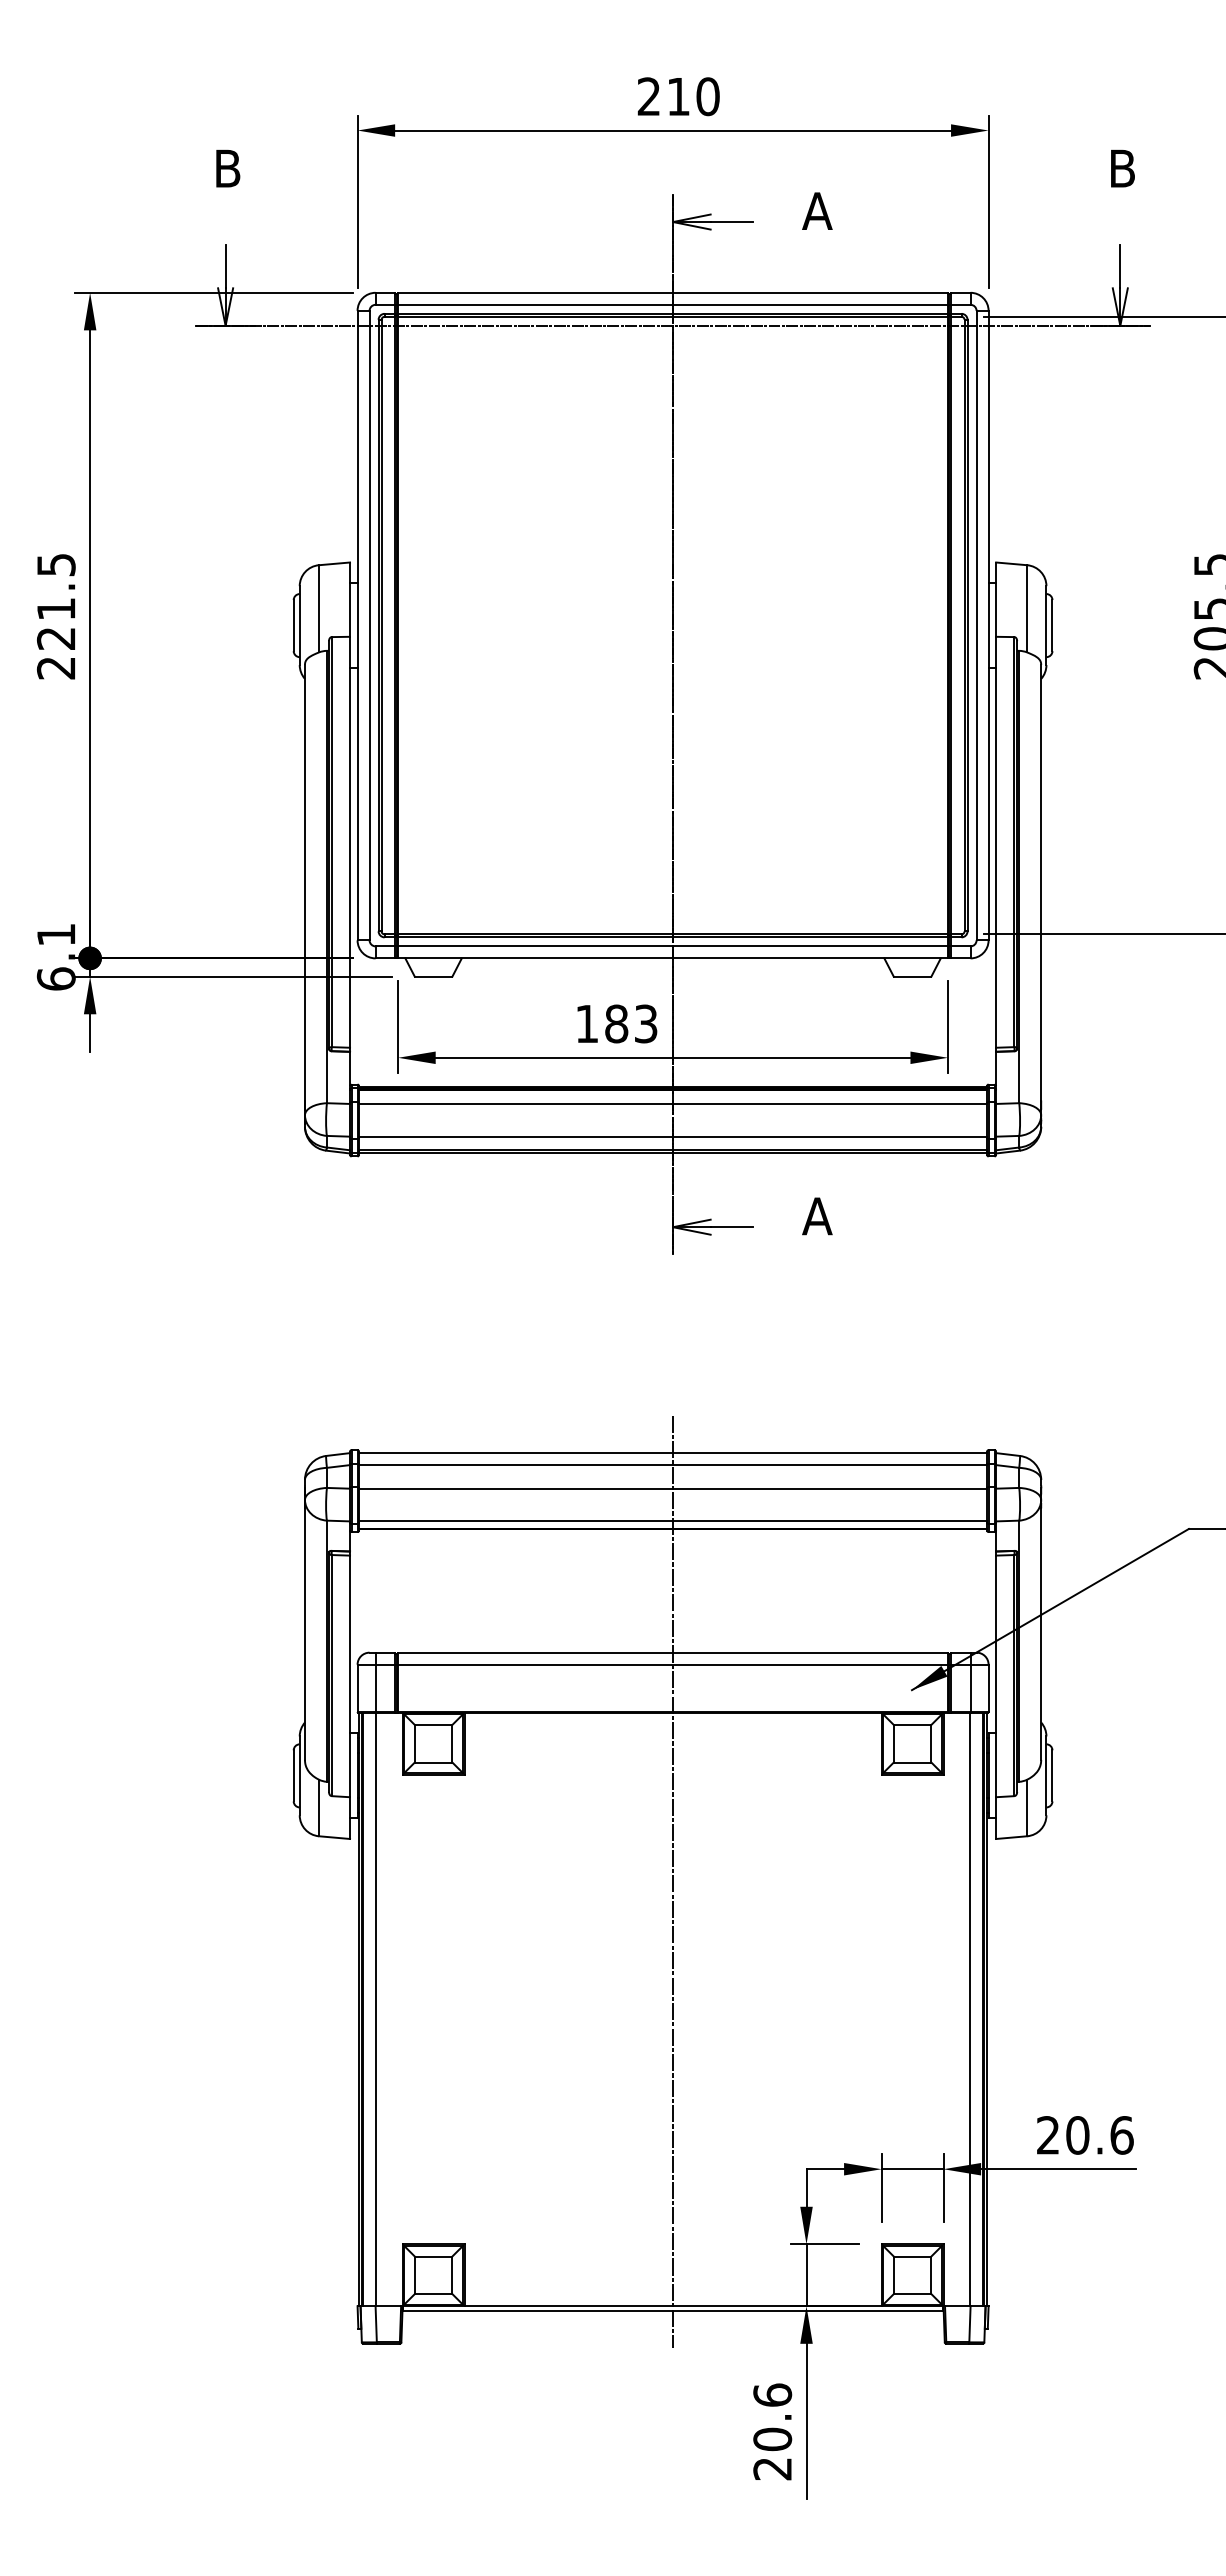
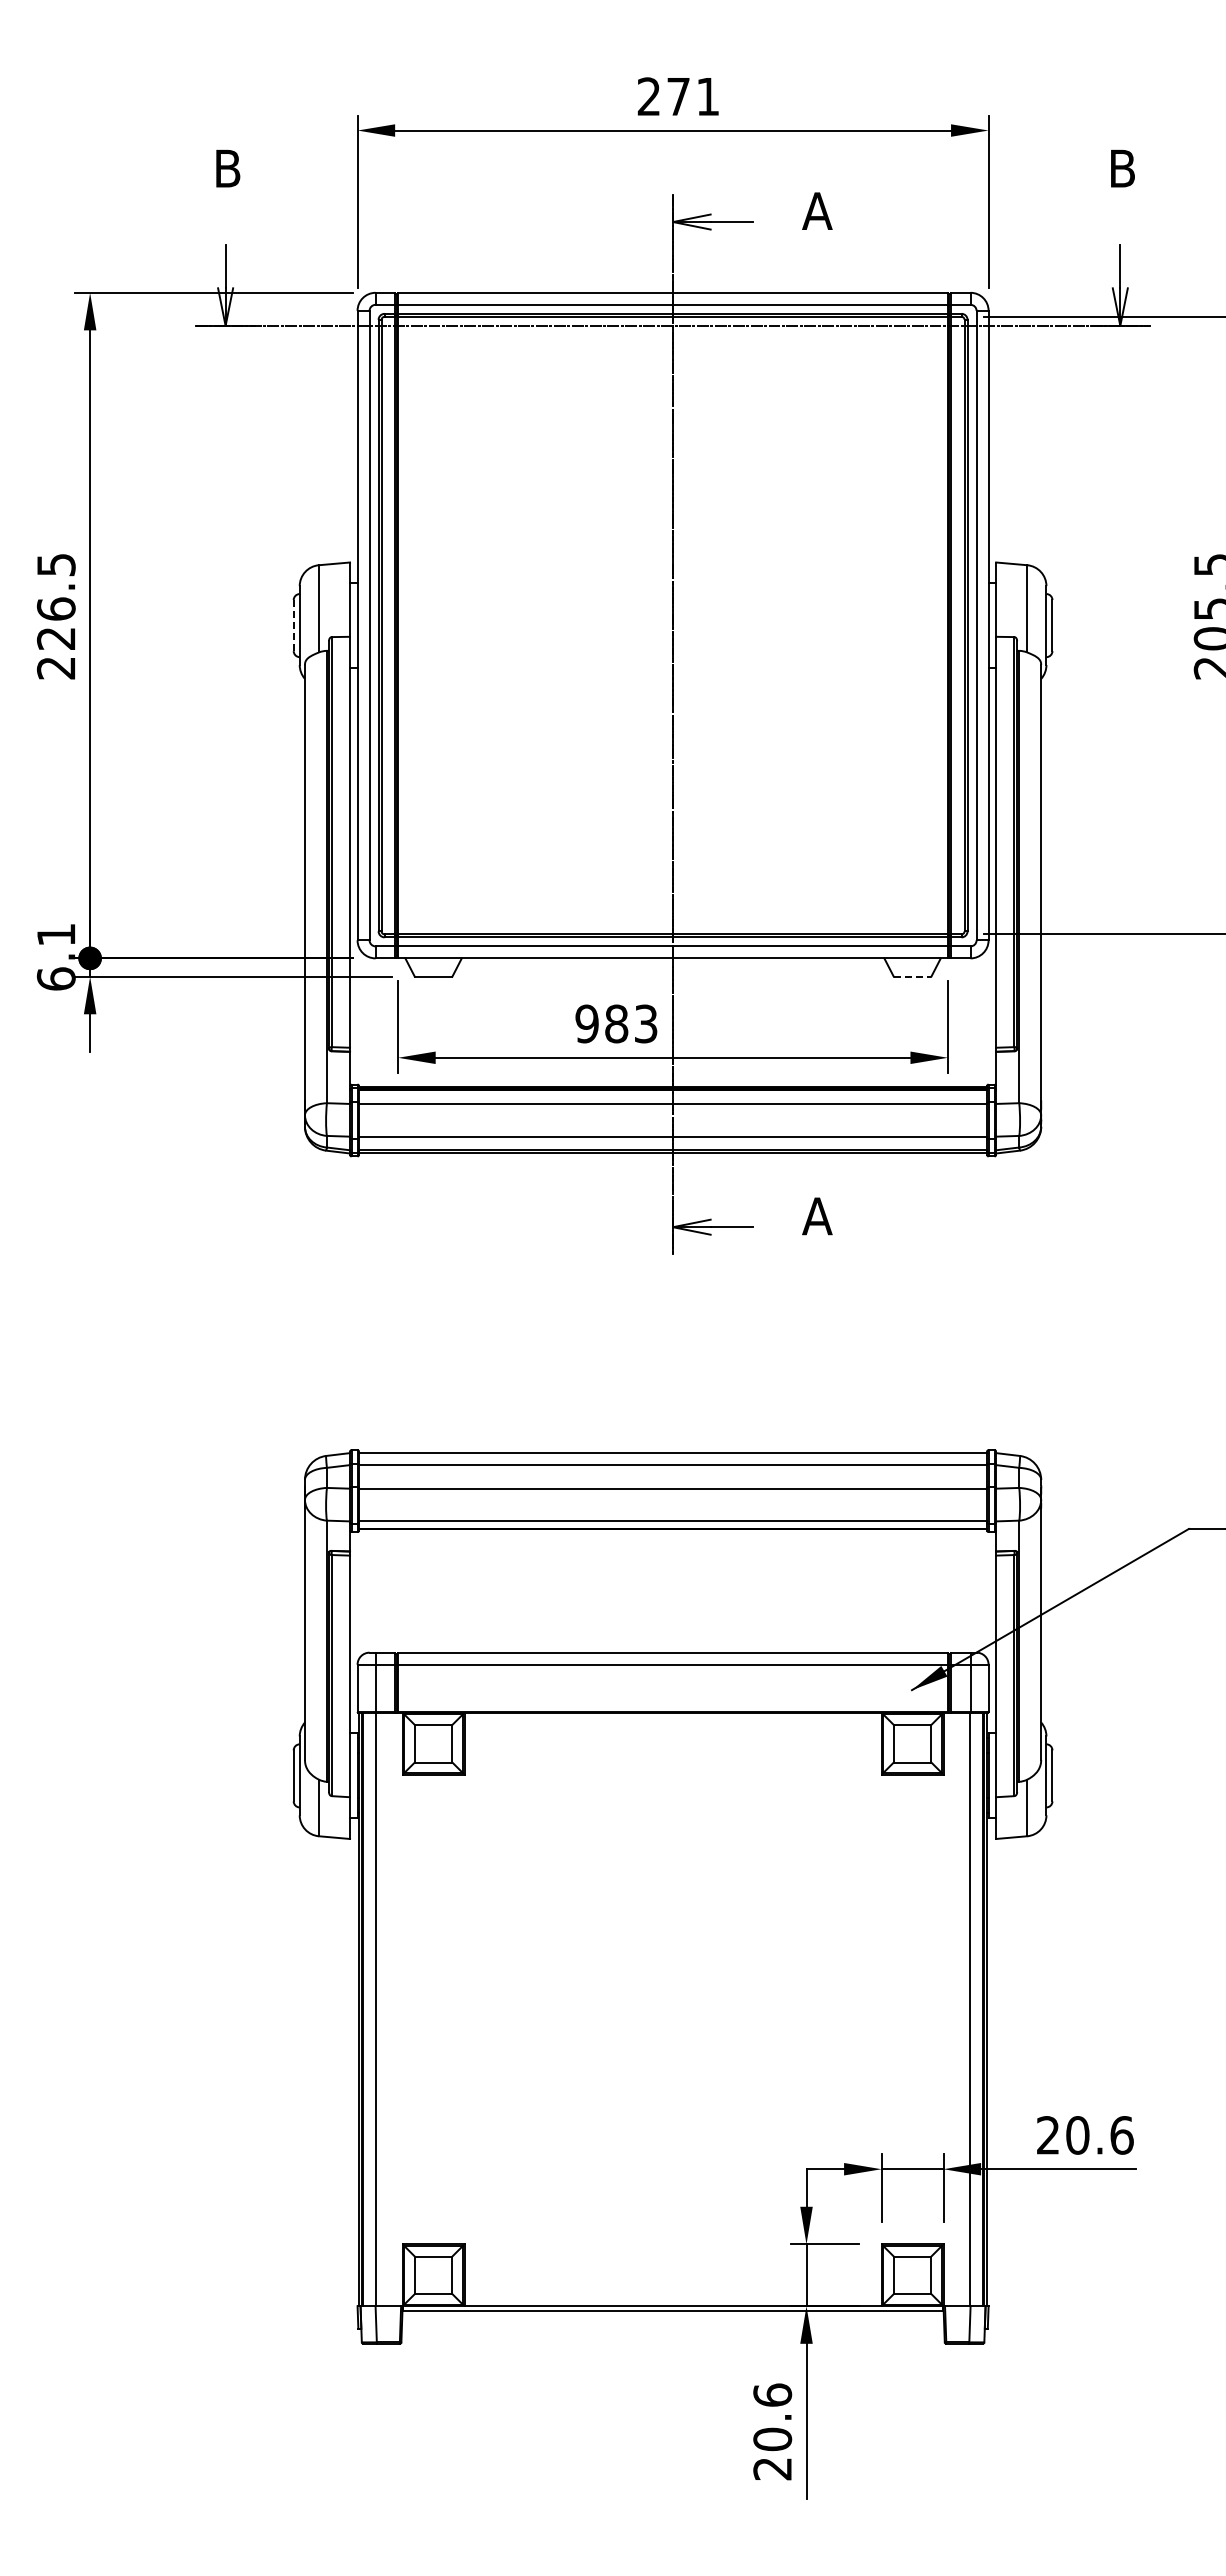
text at (693, 96): 210 -> 271
text at (55, 608): 221.5 -> 226.5
line at (293, 625): solid -> dashed
line at (912, 976): solid -> dashed
text at (586, 1023): 183 -> 983
line at (673, 1881): present -> none
